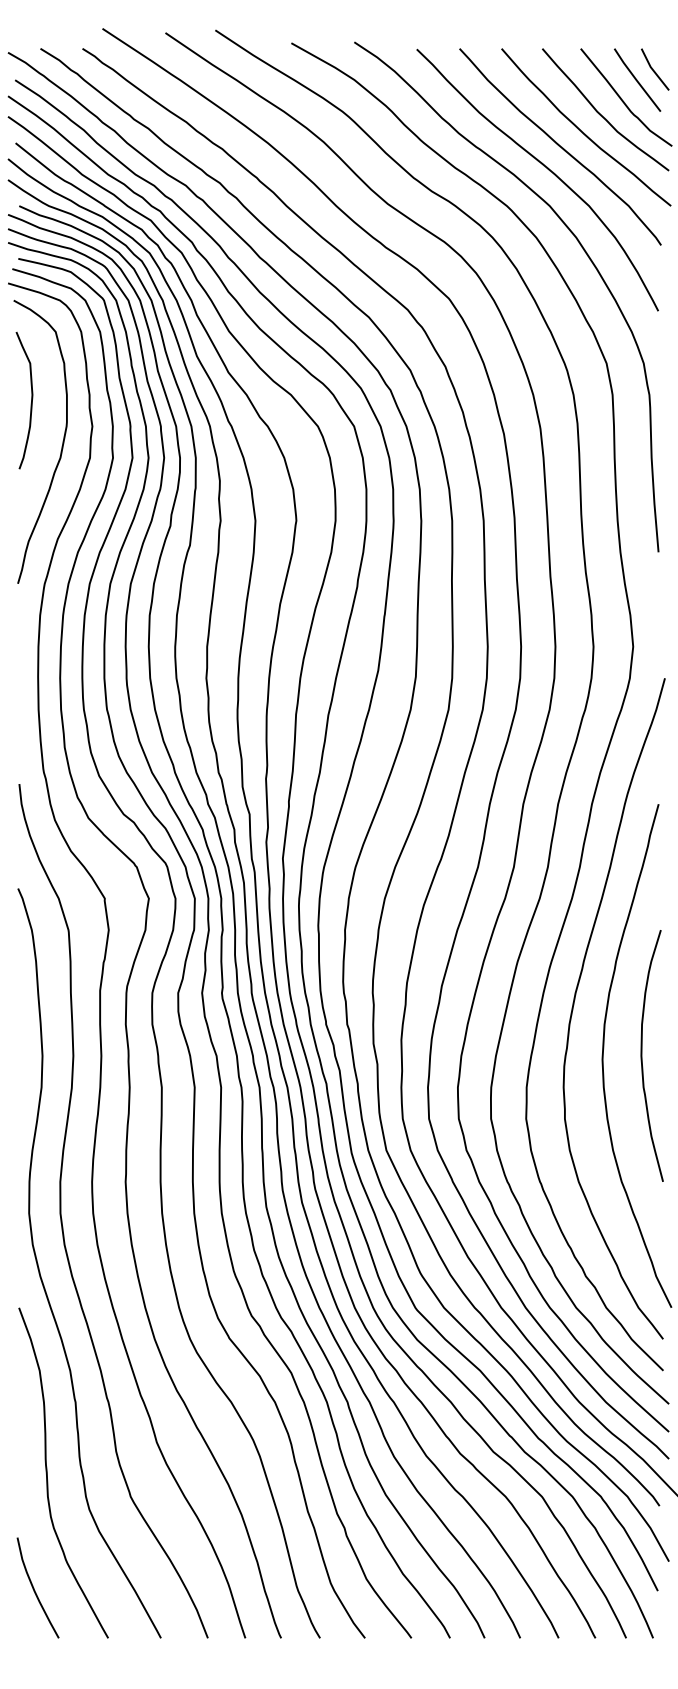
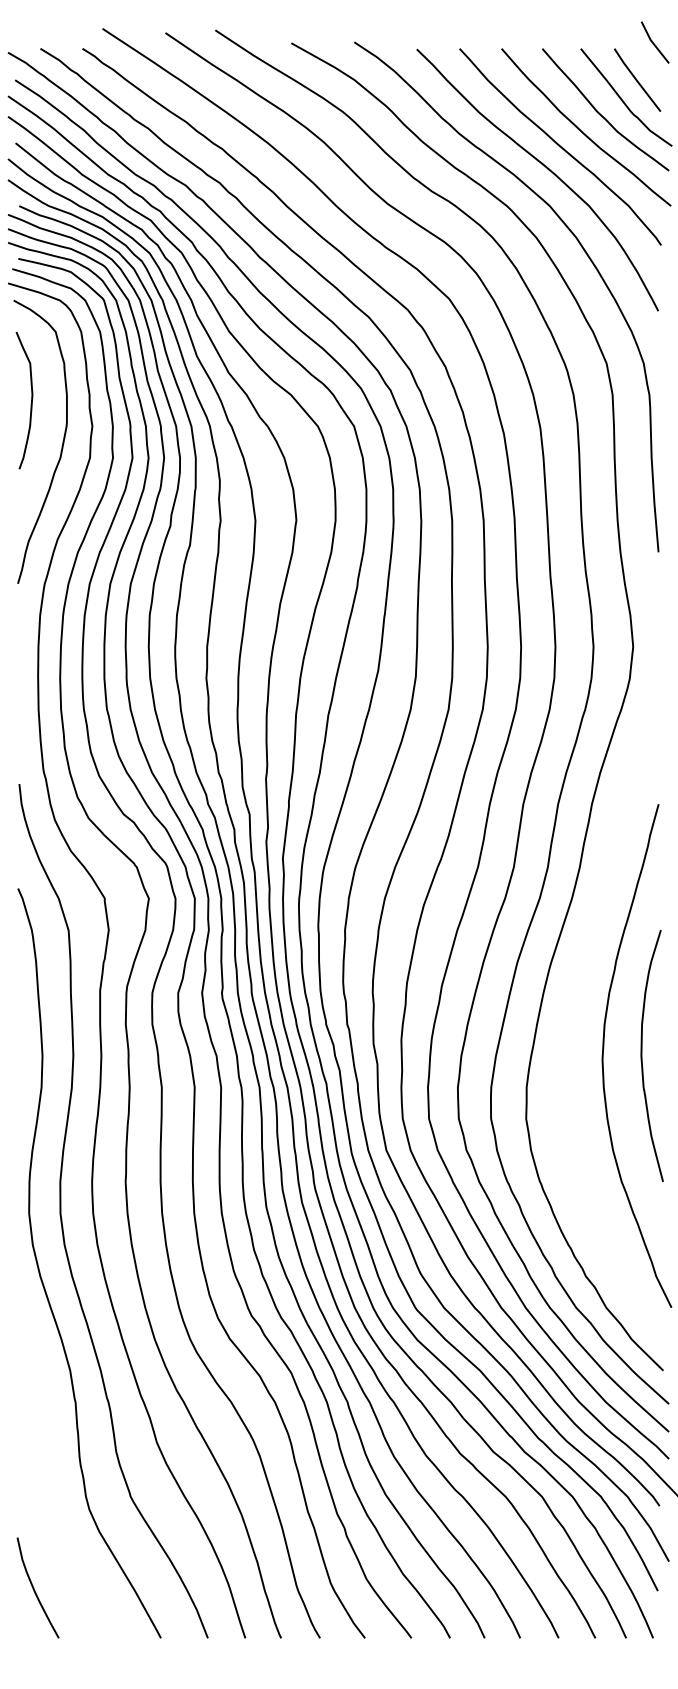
line at (654, 70) position: (654, 70) -> (654, 43)
curve at (575, 1000): present -> none
curve at (47, 1472): present -> none
